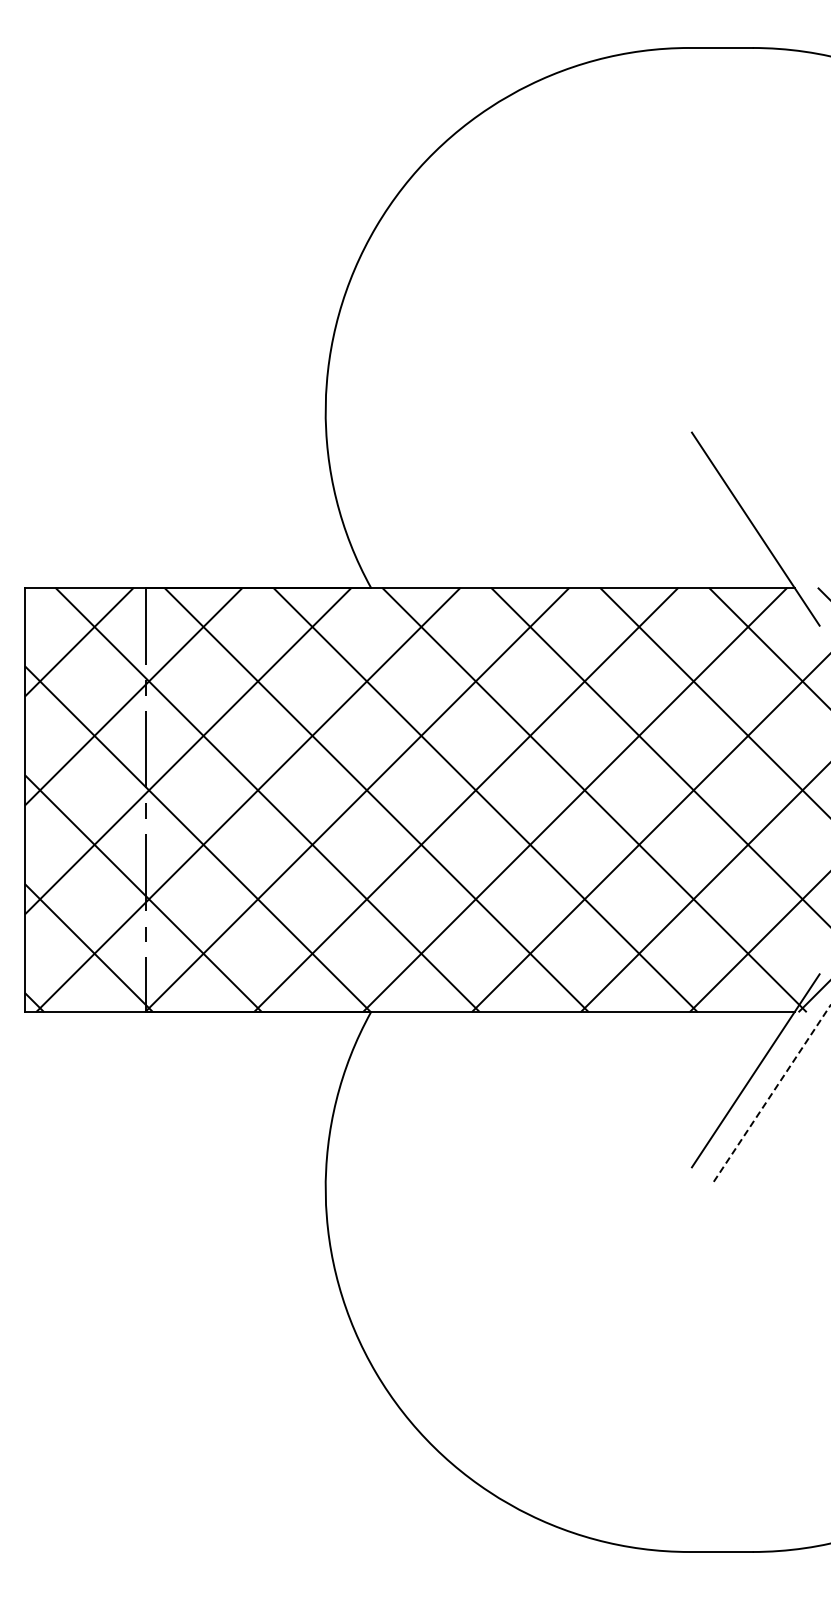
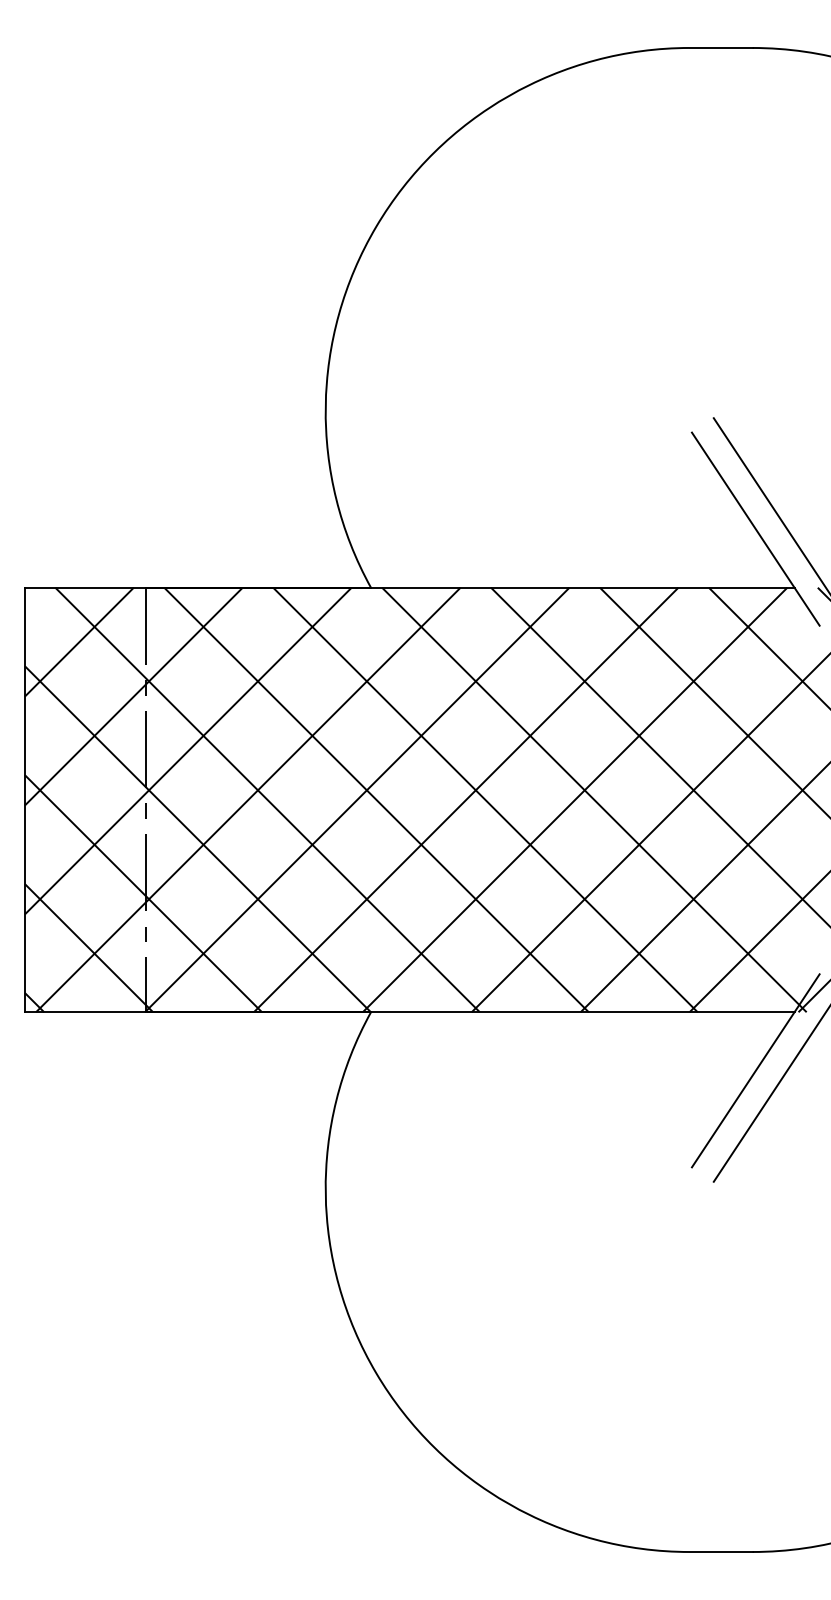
line at (770, 504): none -> present
line at (772, 1093): dashed -> solid
